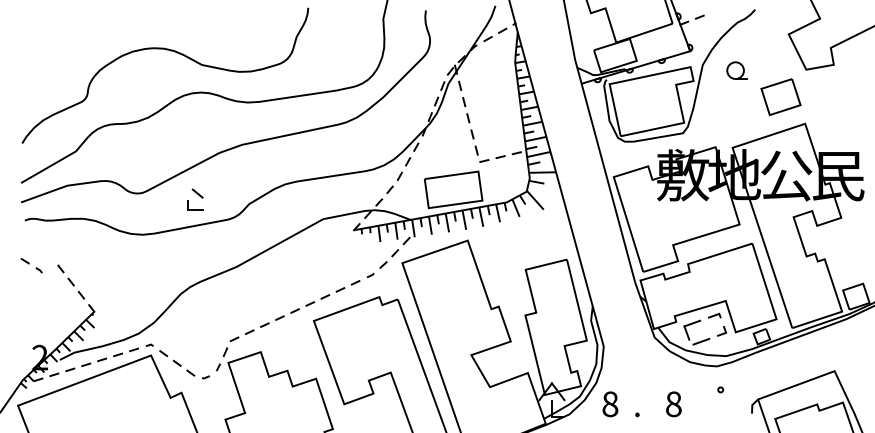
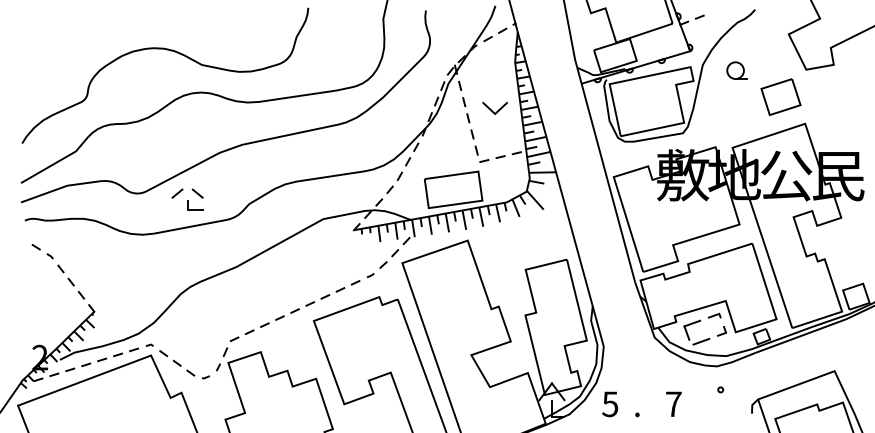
line at (491, 109): none -> present
line at (177, 193): none -> present
part at (31, 265) position: (31, 265) -> (42, 251)
text at (610, 404): 8 -> 5
text at (673, 404): 8 -> 7
